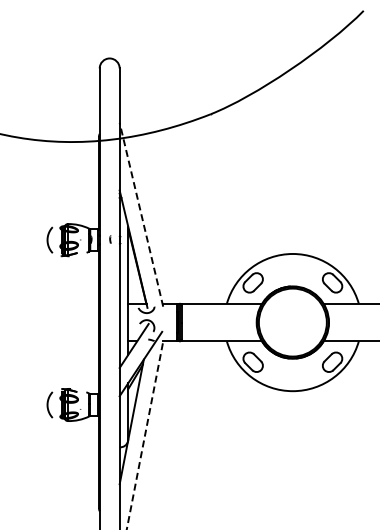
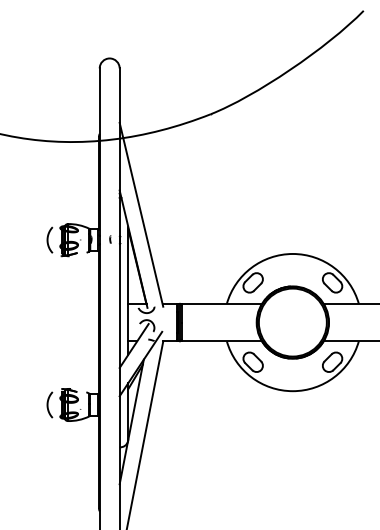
line at (141, 214): dashed -> solid
line at (145, 435): dashed -> solid
